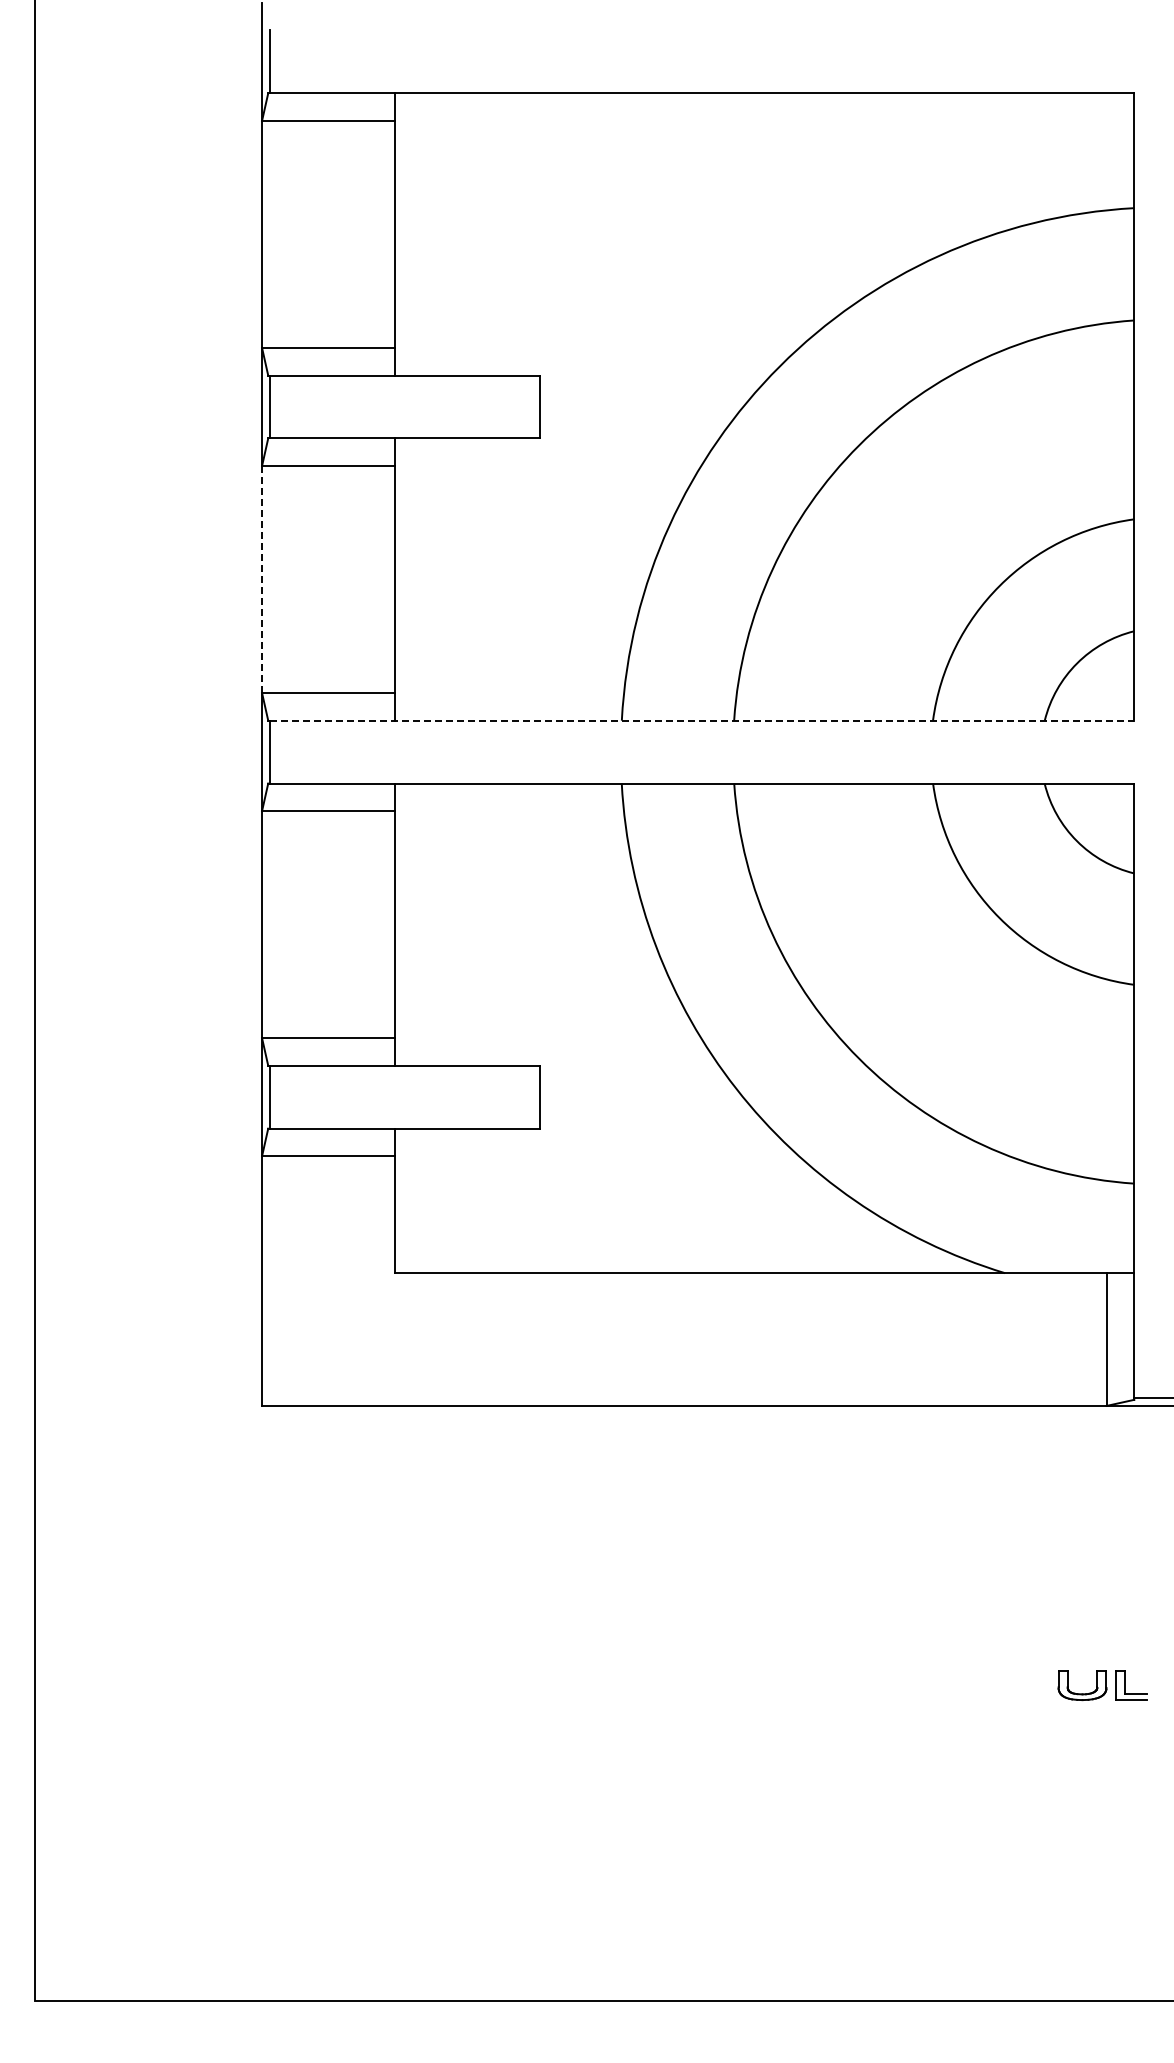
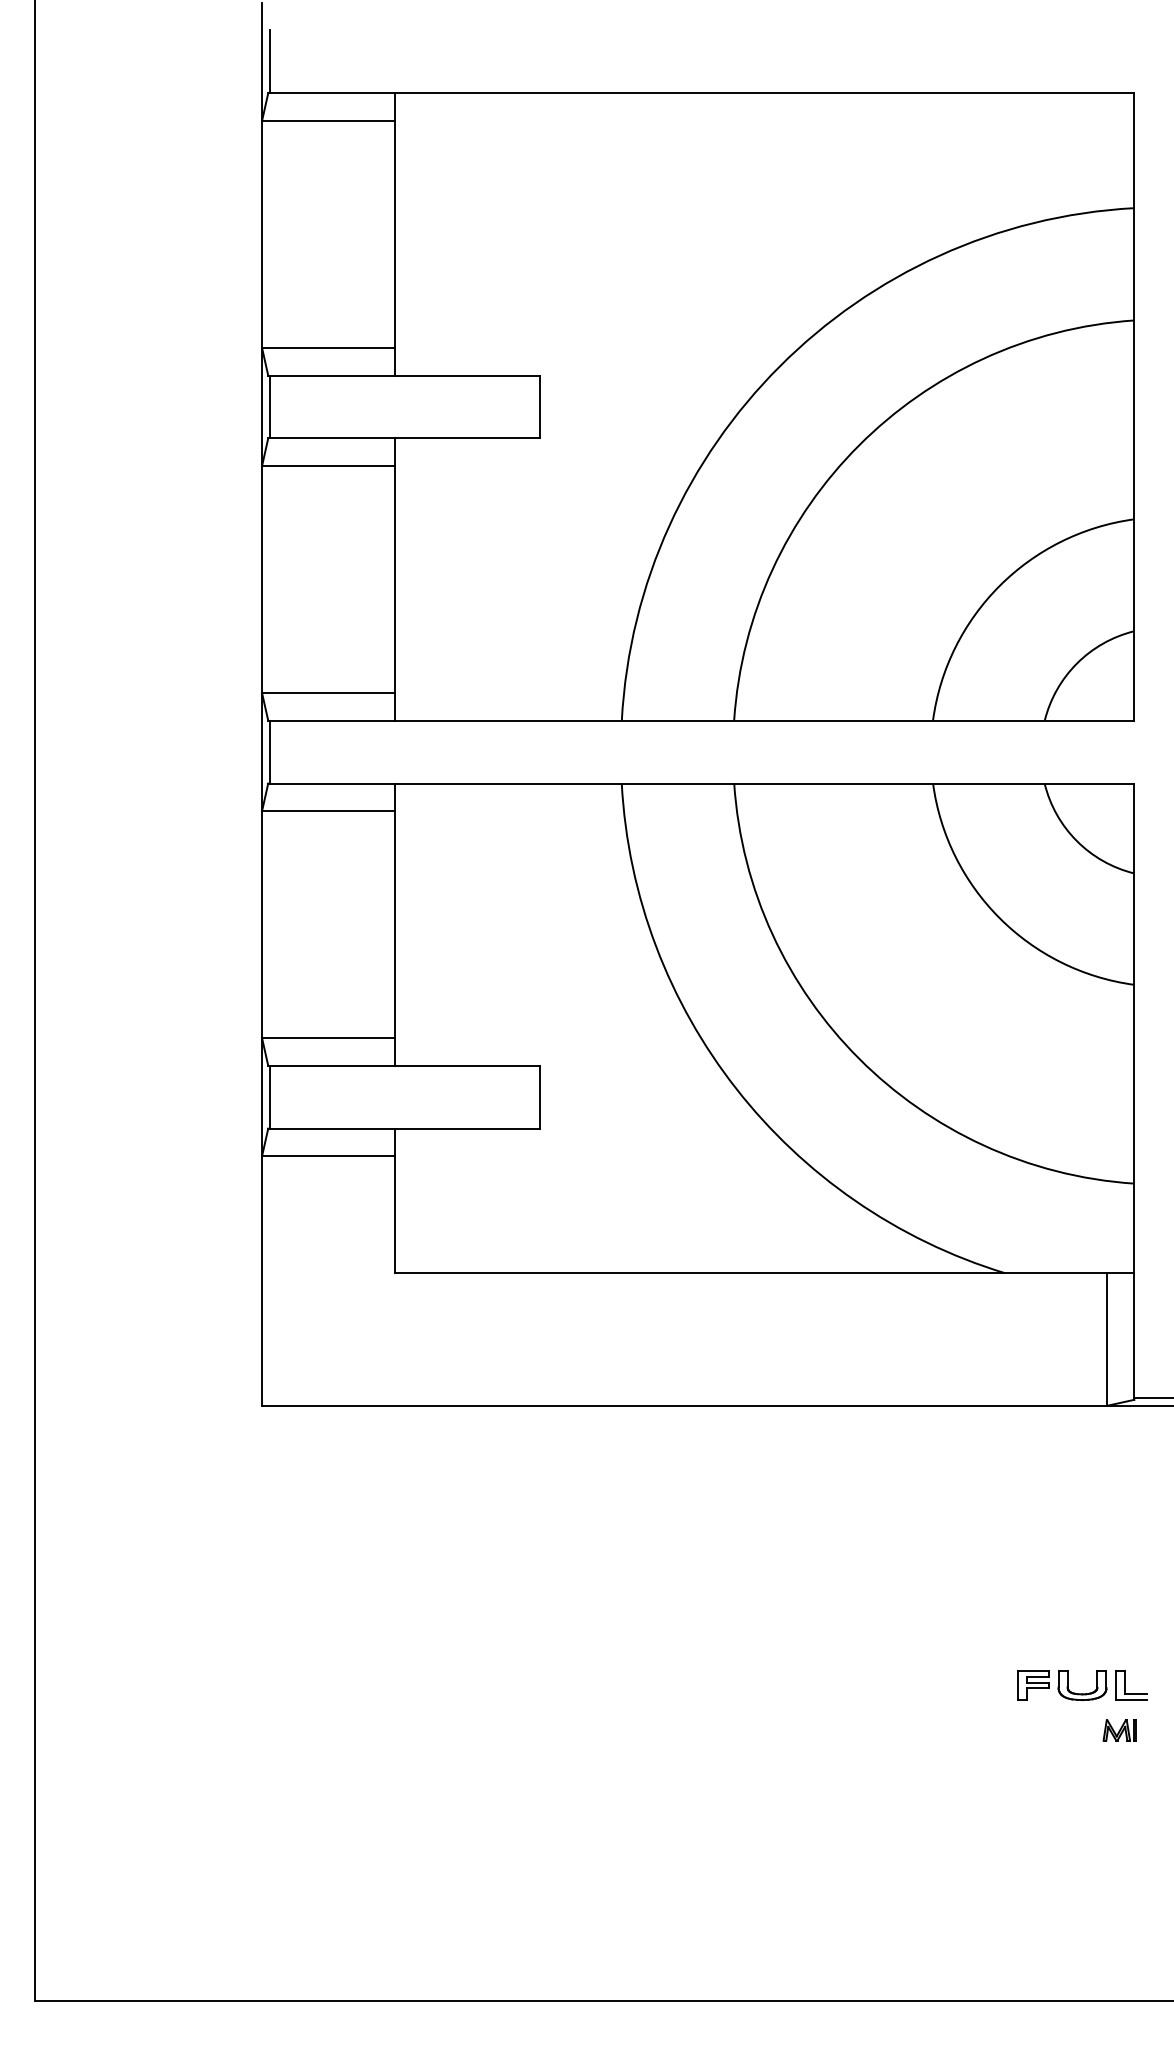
line at (262, 580): dashed -> solid
line at (702, 720): dashed -> solid
part at (1033, 1685): none -> present
part at (1119, 1730): none -> present
